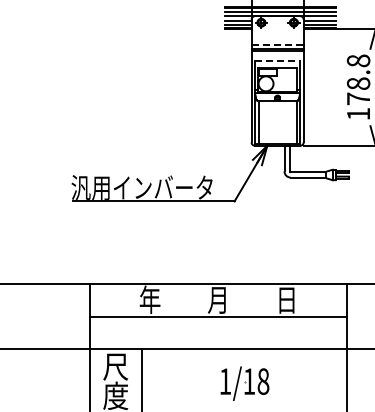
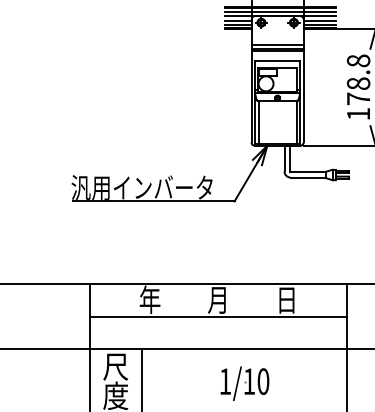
line at (278, 44): dashed -> solid
line at (278, 61): dashed -> solid
text at (263, 381): 1/18 -> 1/10
